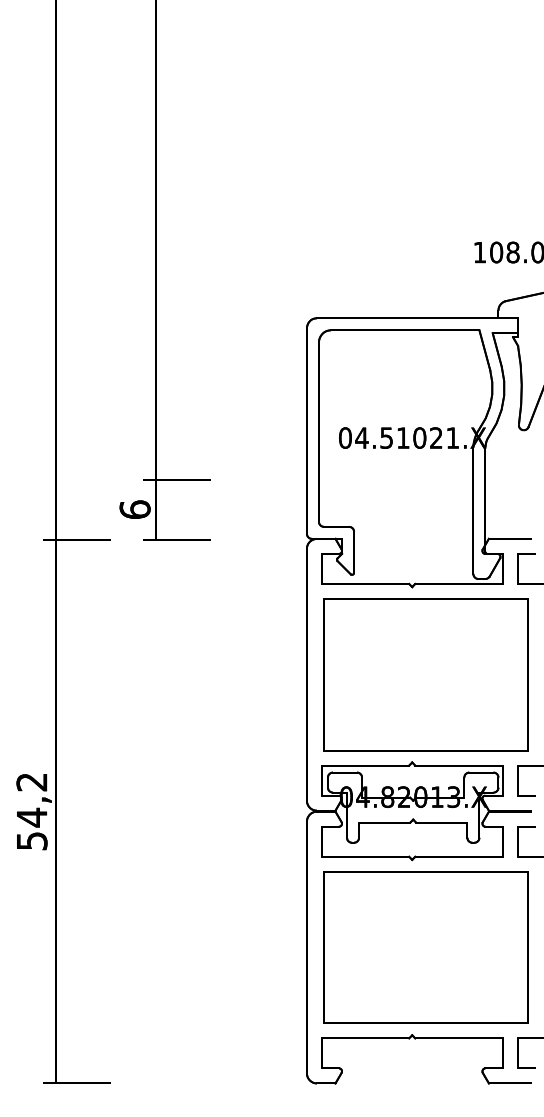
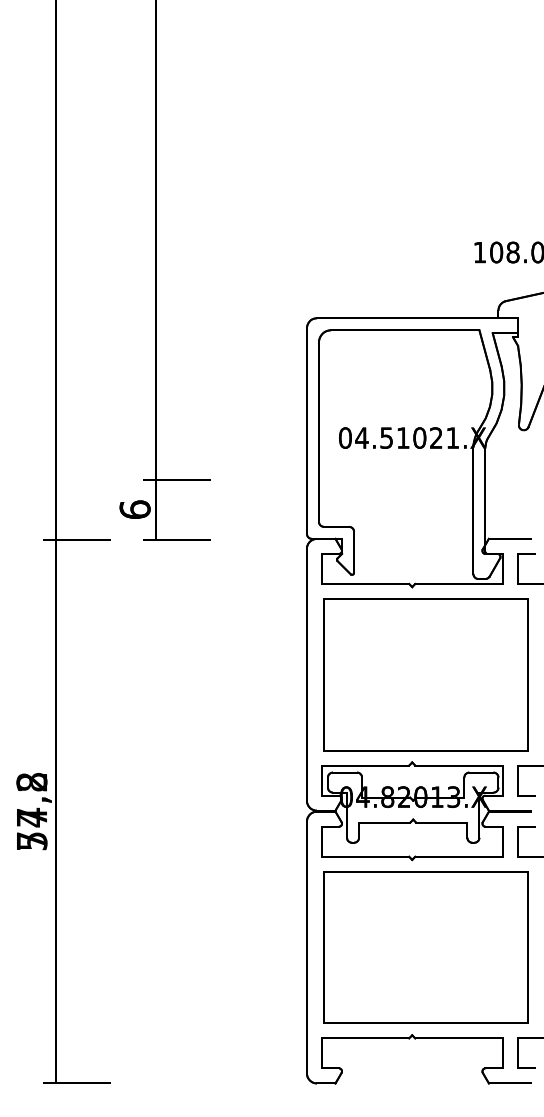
text at (31, 811): 54,2 -> 77,8
